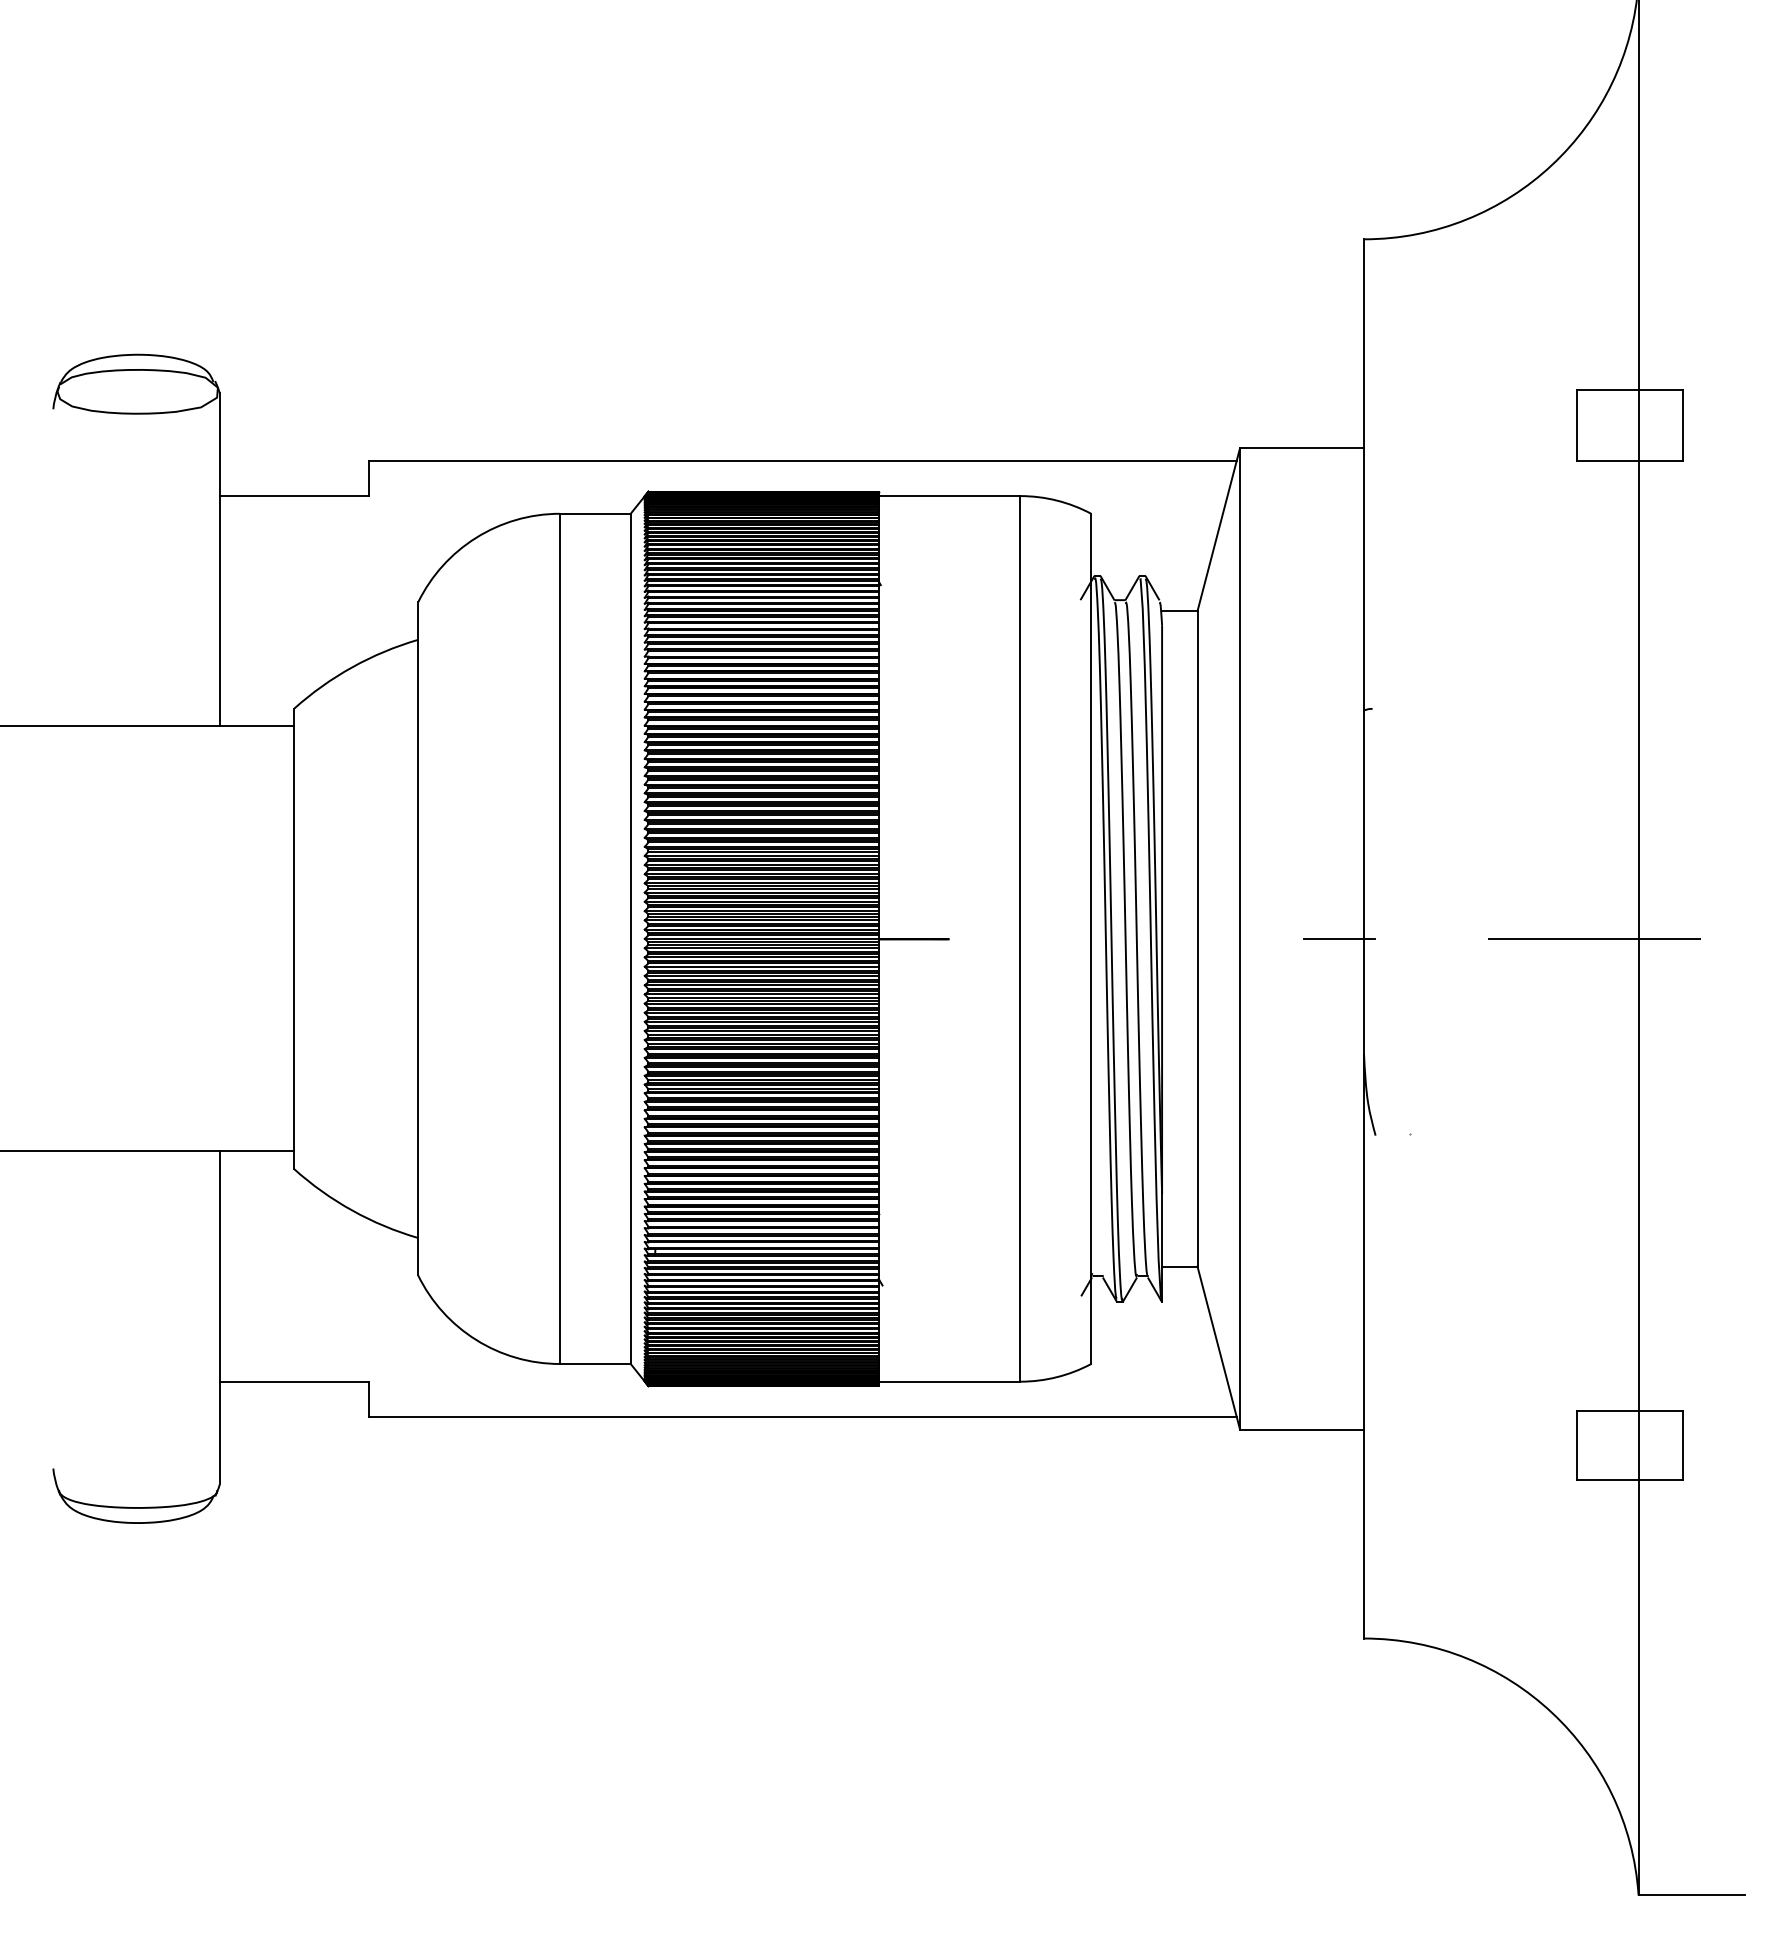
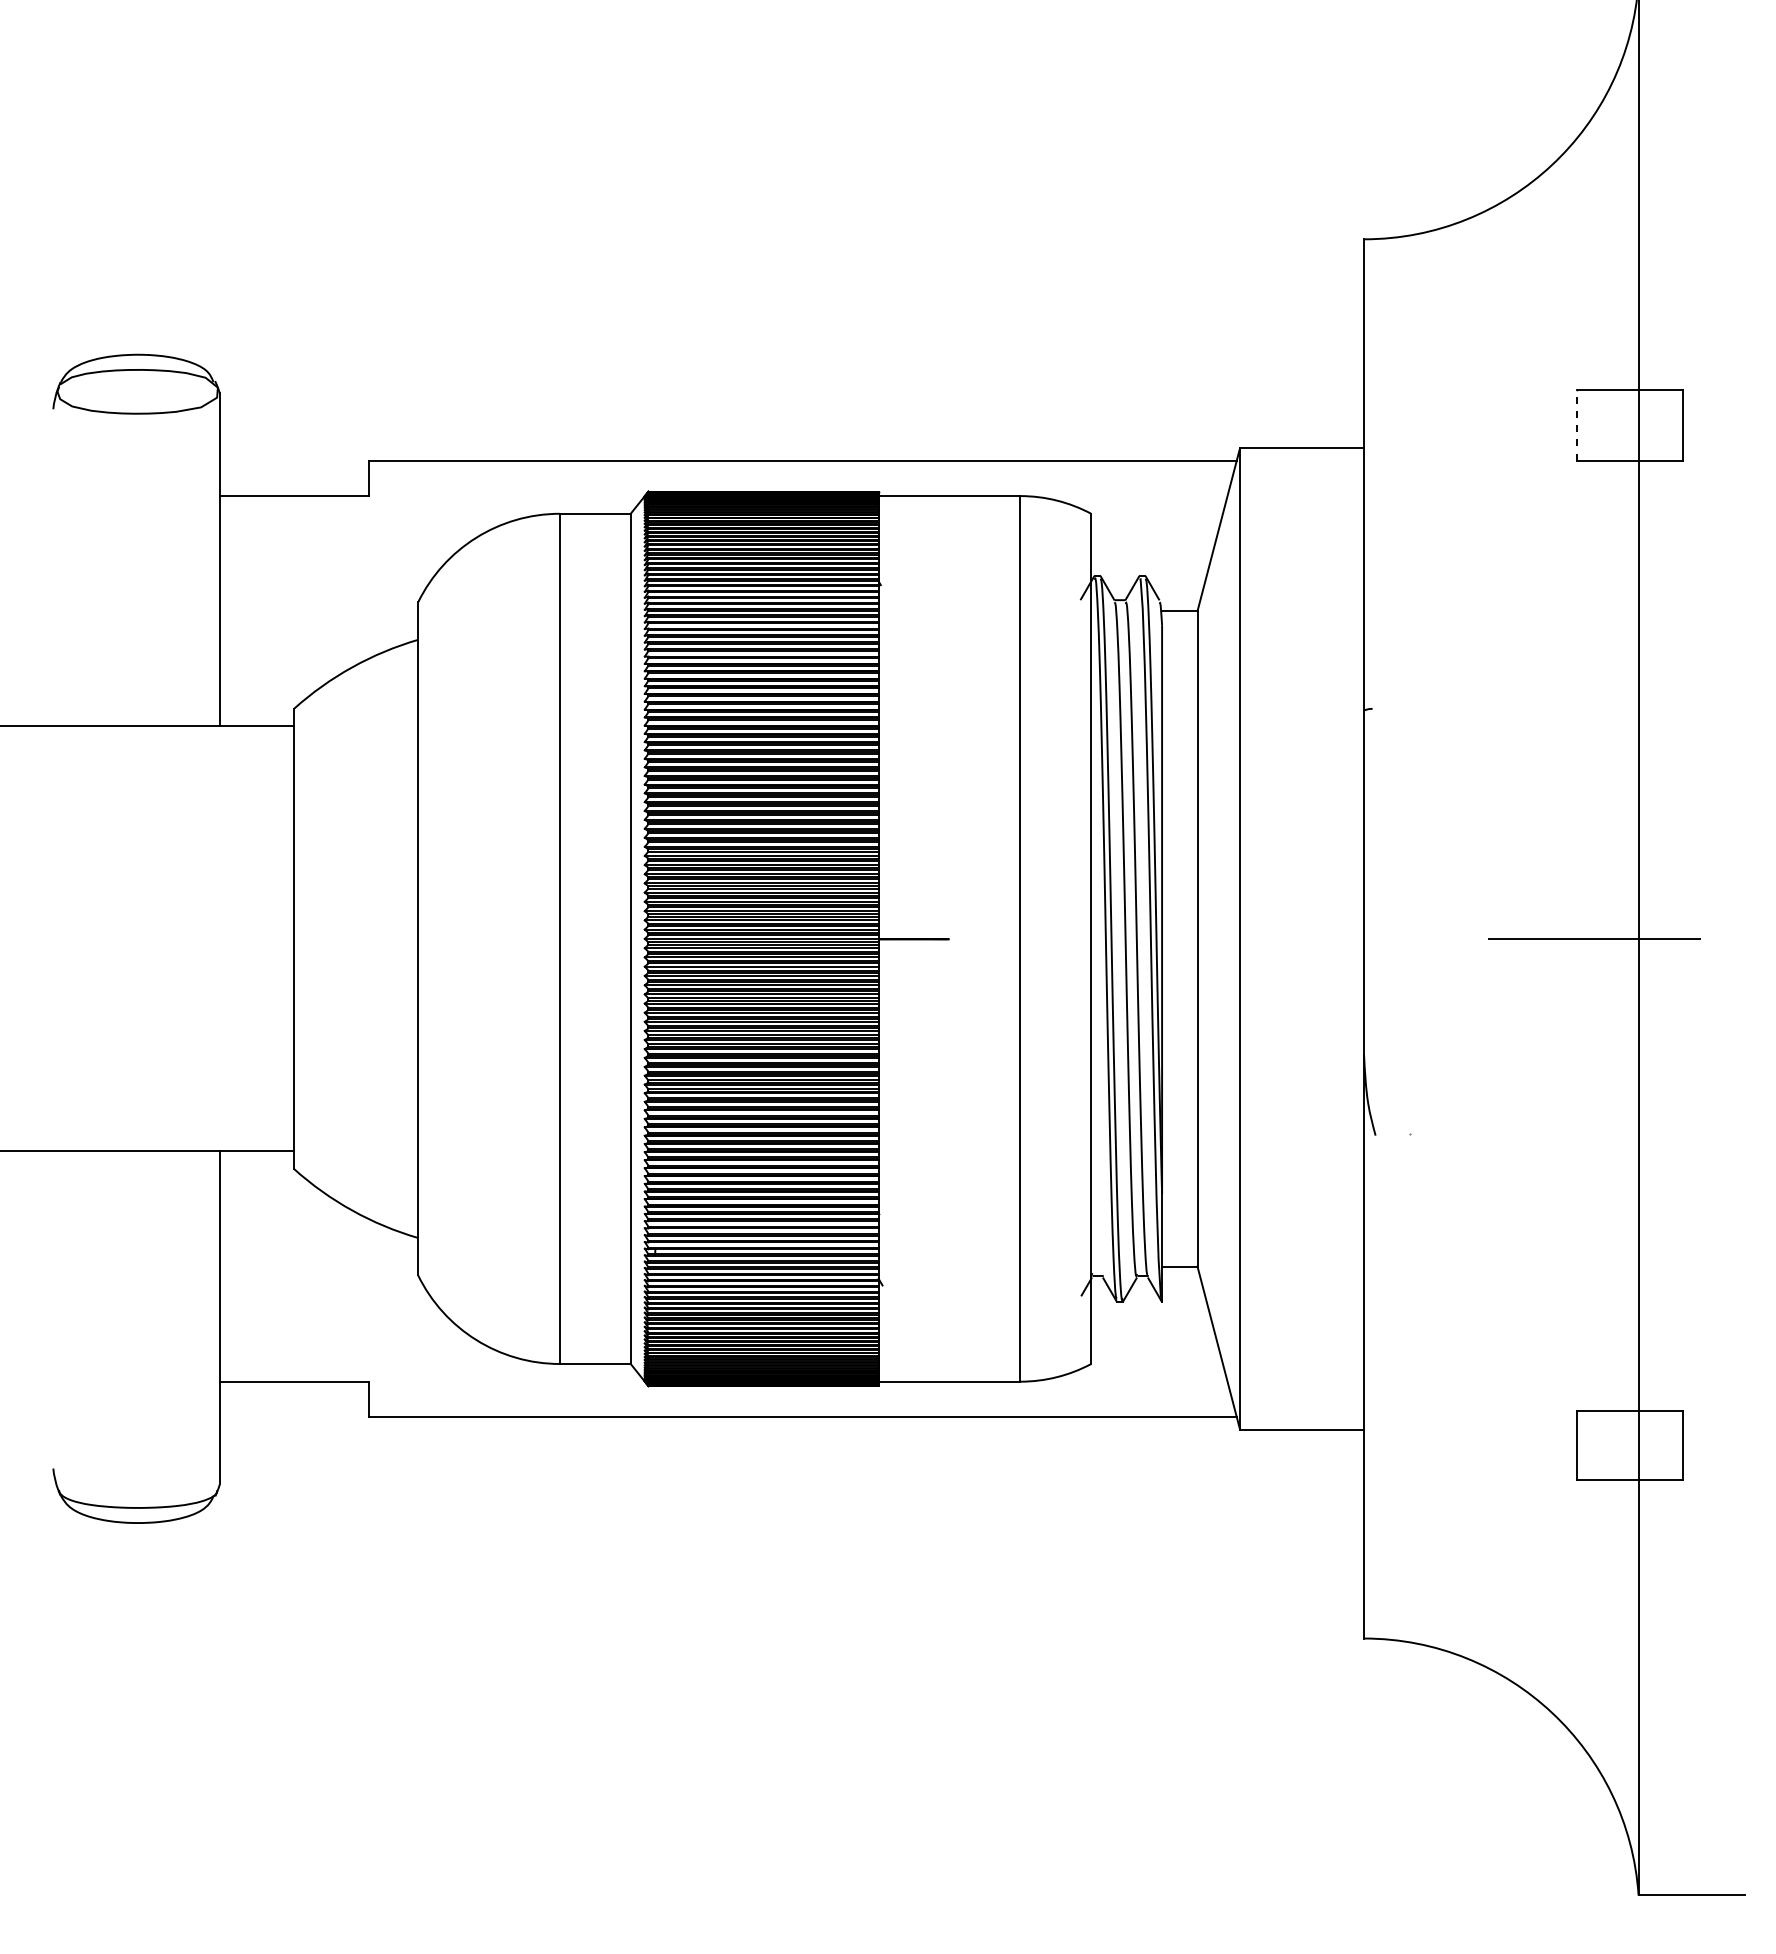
line at (1576, 424): solid -> dashed
line at (1338, 938): present -> none
